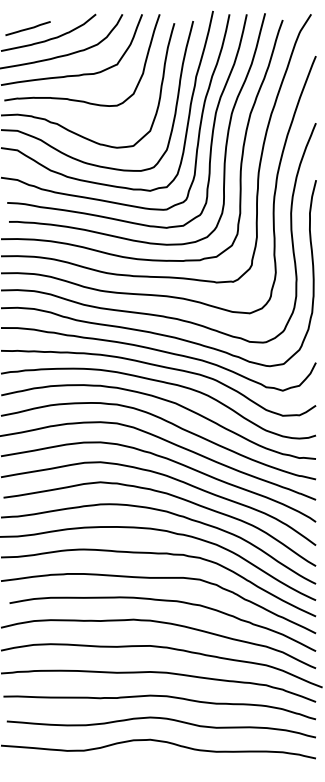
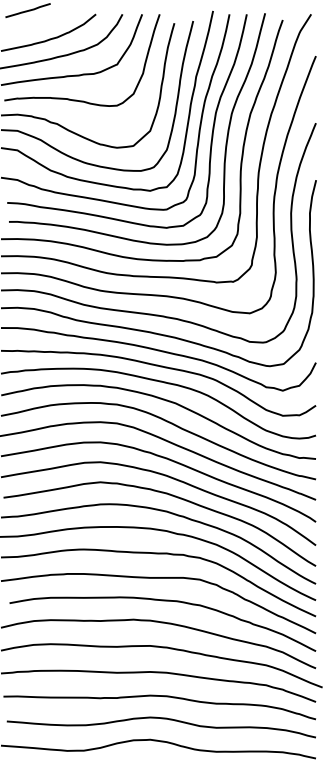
line at (27, 28) position: (27, 28) -> (27, 10)
